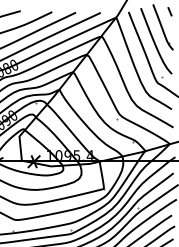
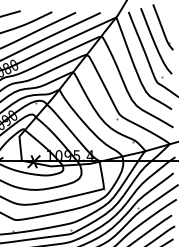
line at (169, 11): present -> none
